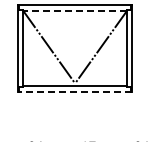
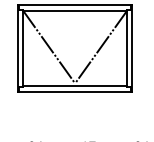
line at (74, 10): dashed -> solid
line at (74, 92): dashed -> solid
